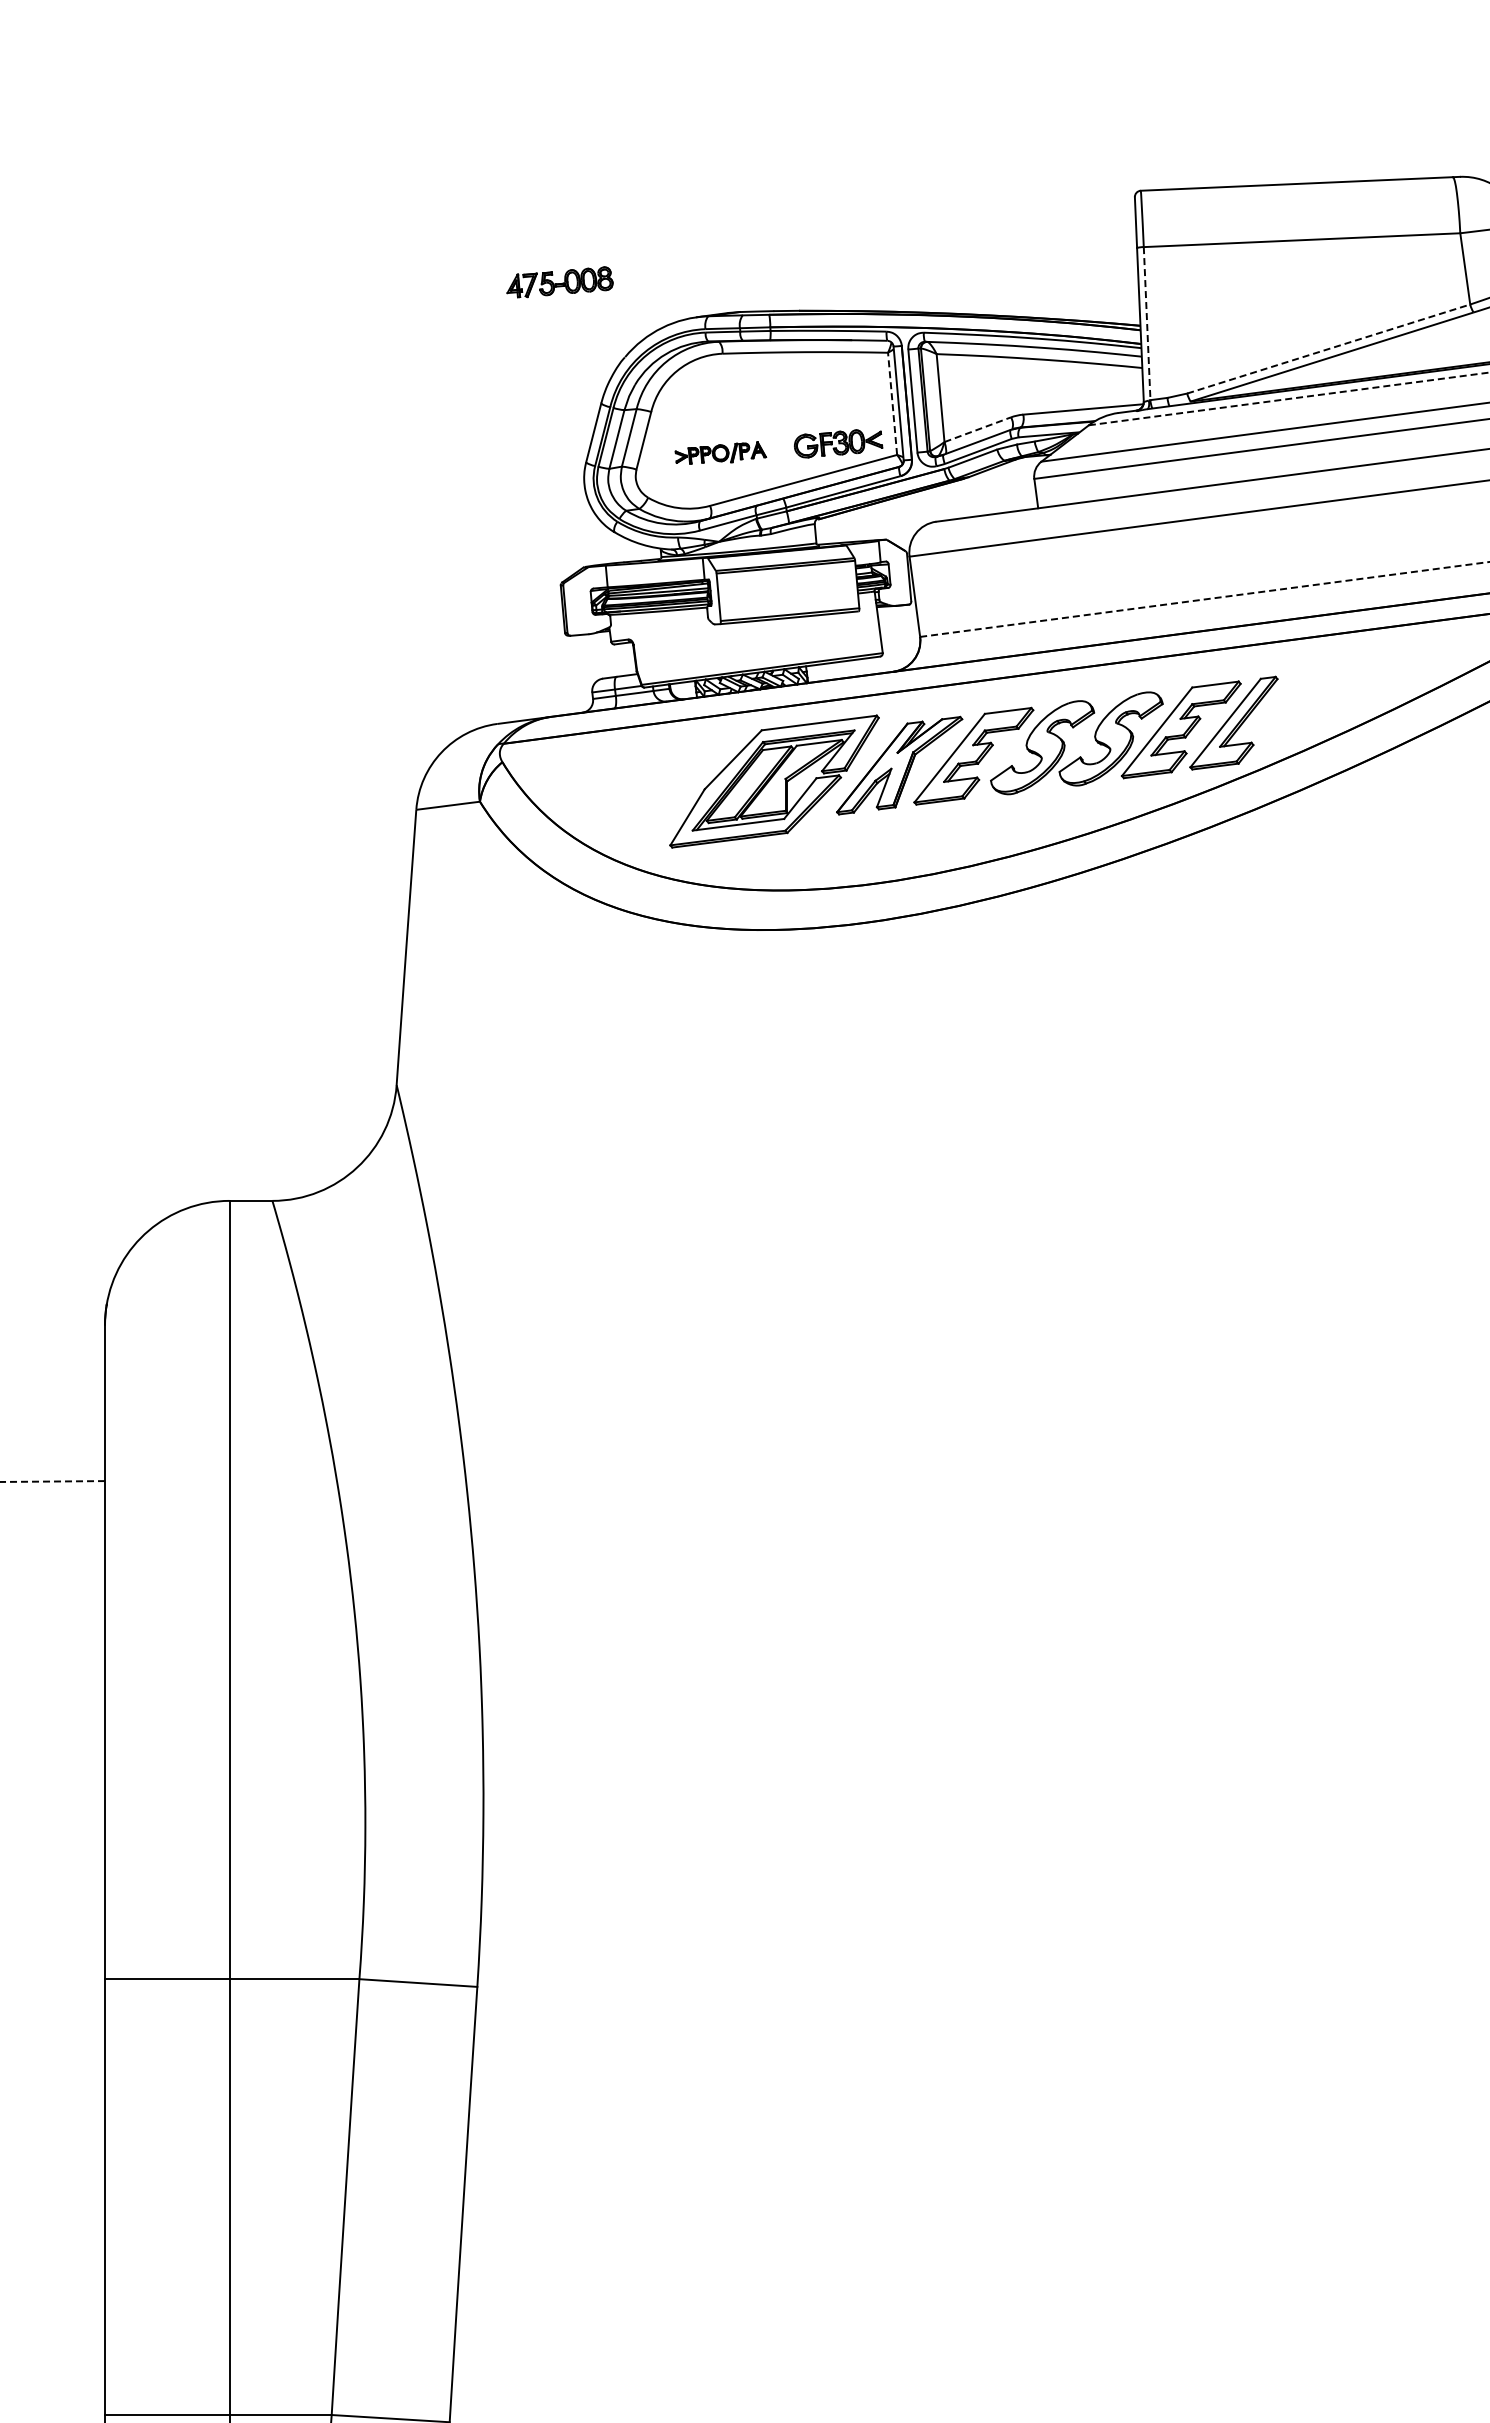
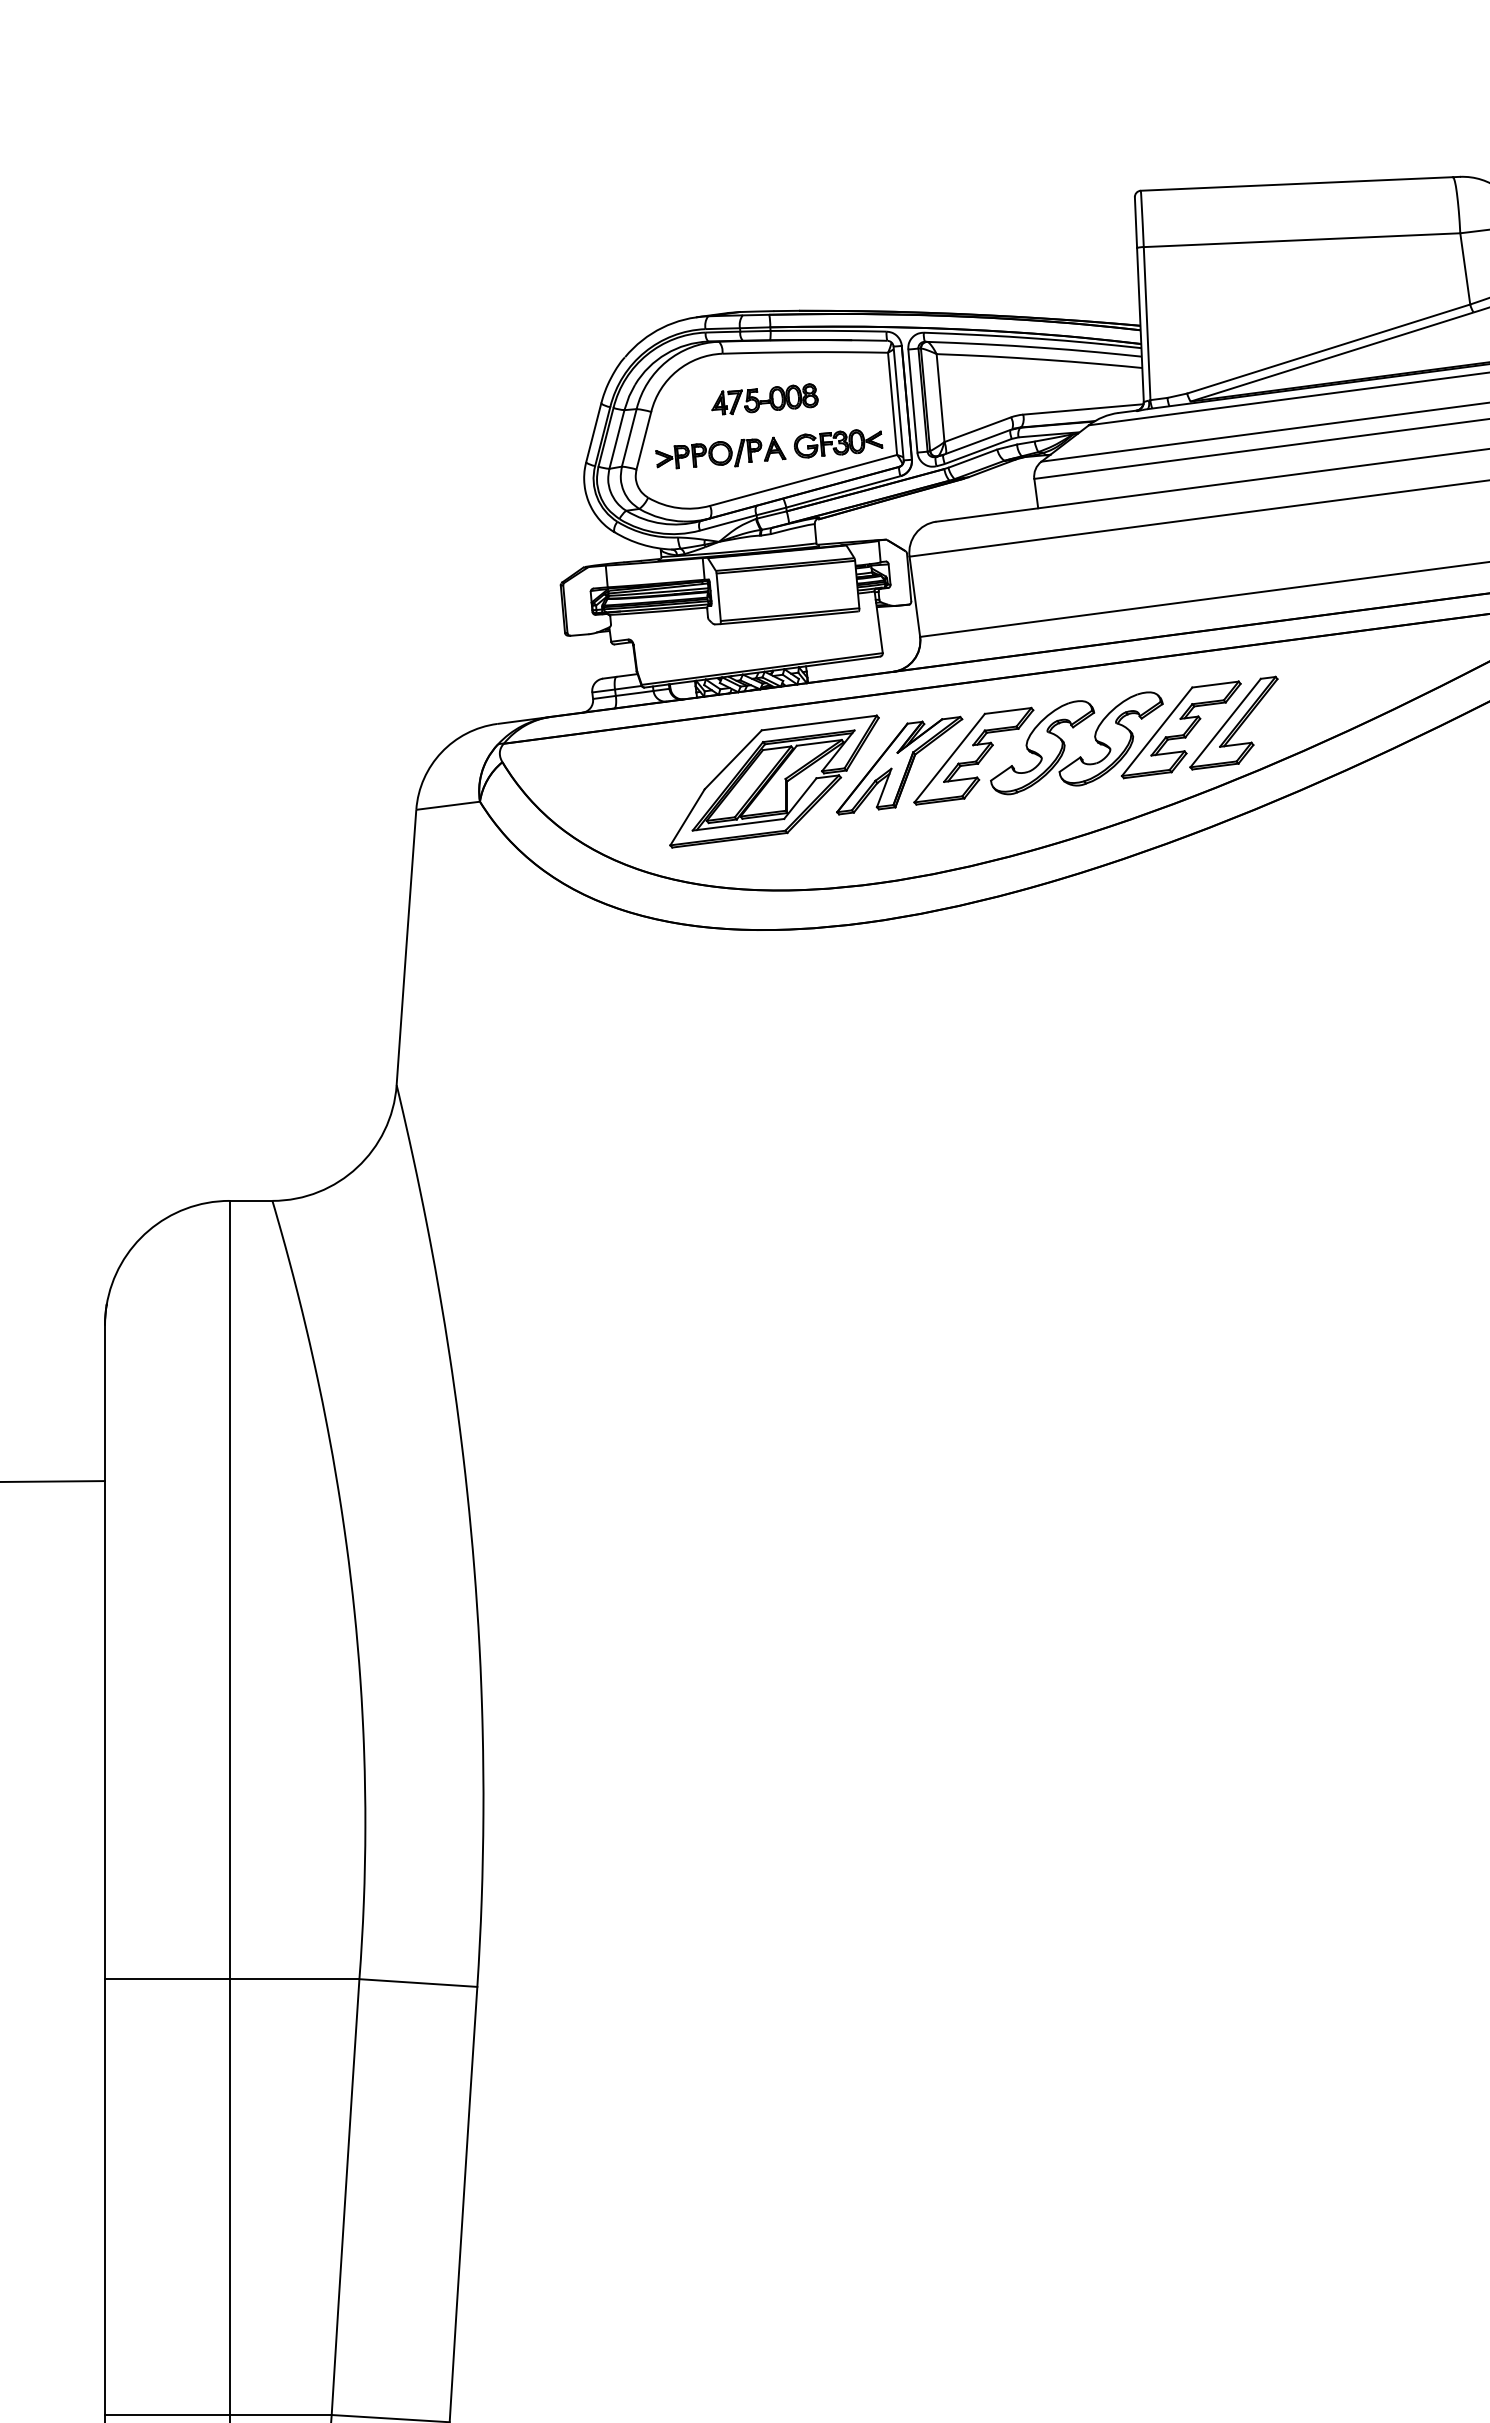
part at (559, 282) position: (559, 282) -> (764, 399)
line at (1147, 323): dashed -> solid
line at (1329, 348): dashed -> solid
line at (1289, 398): dashed -> solid
line at (892, 403): dashed -> solid
line at (978, 429): dashed -> solid
part at (720, 452) size: 94x24 px -> 132x34 px
line at (1204, 599): dashed -> solid
line at (52, 1481): dashed -> solid
